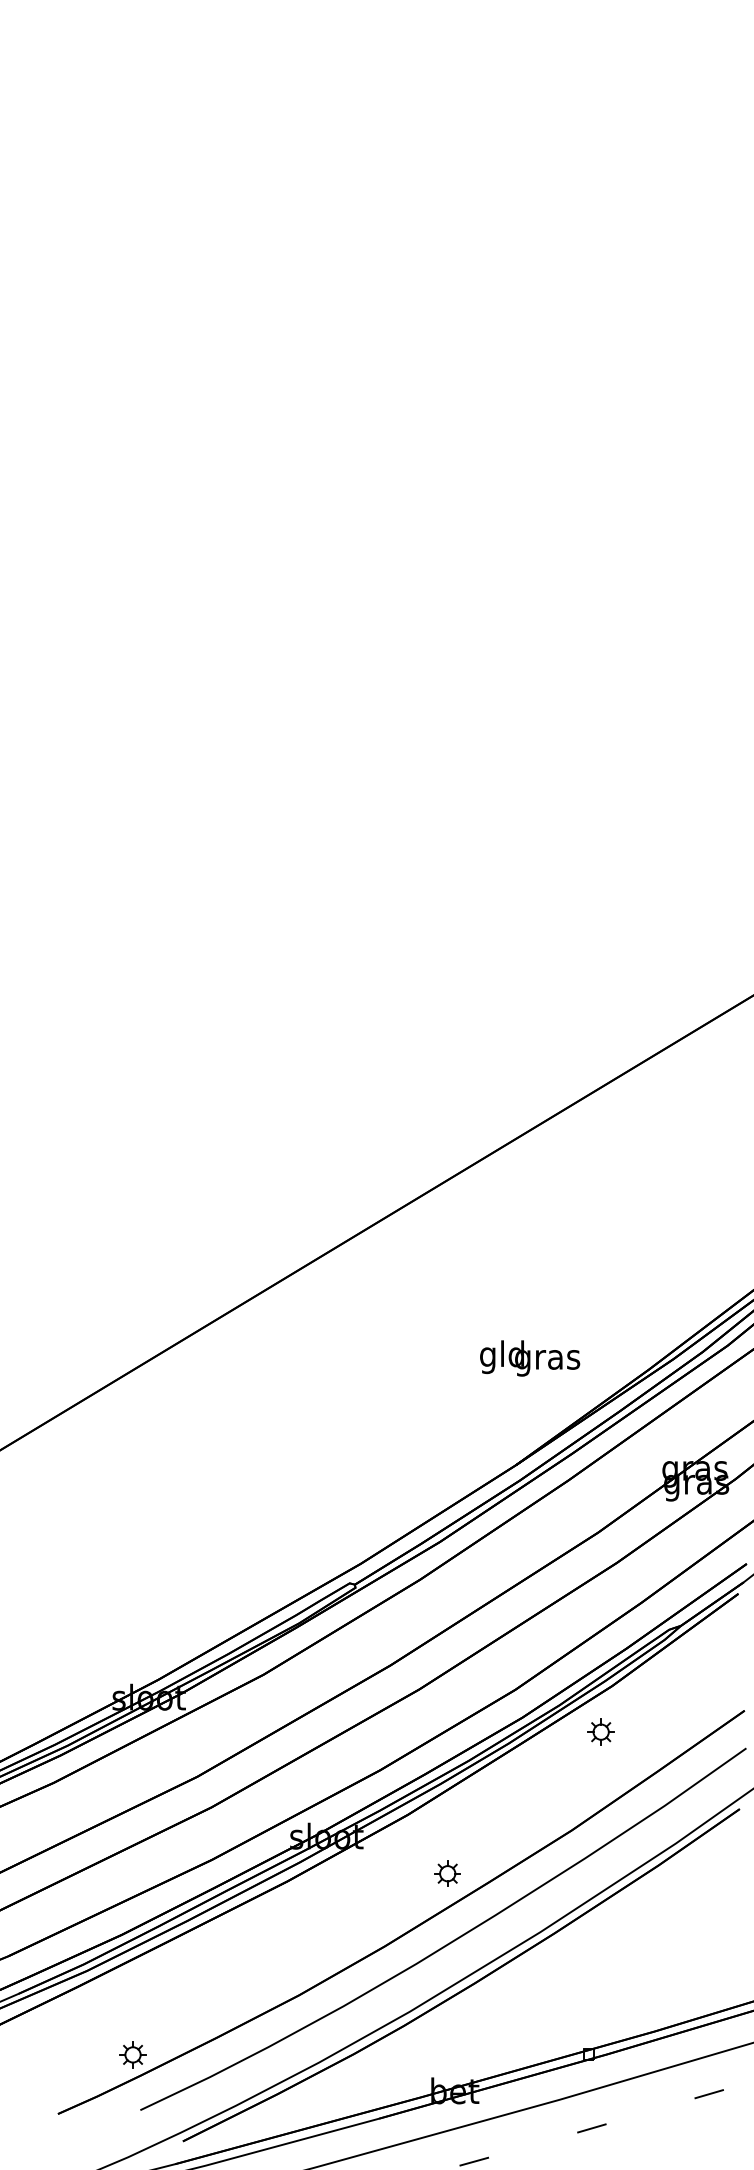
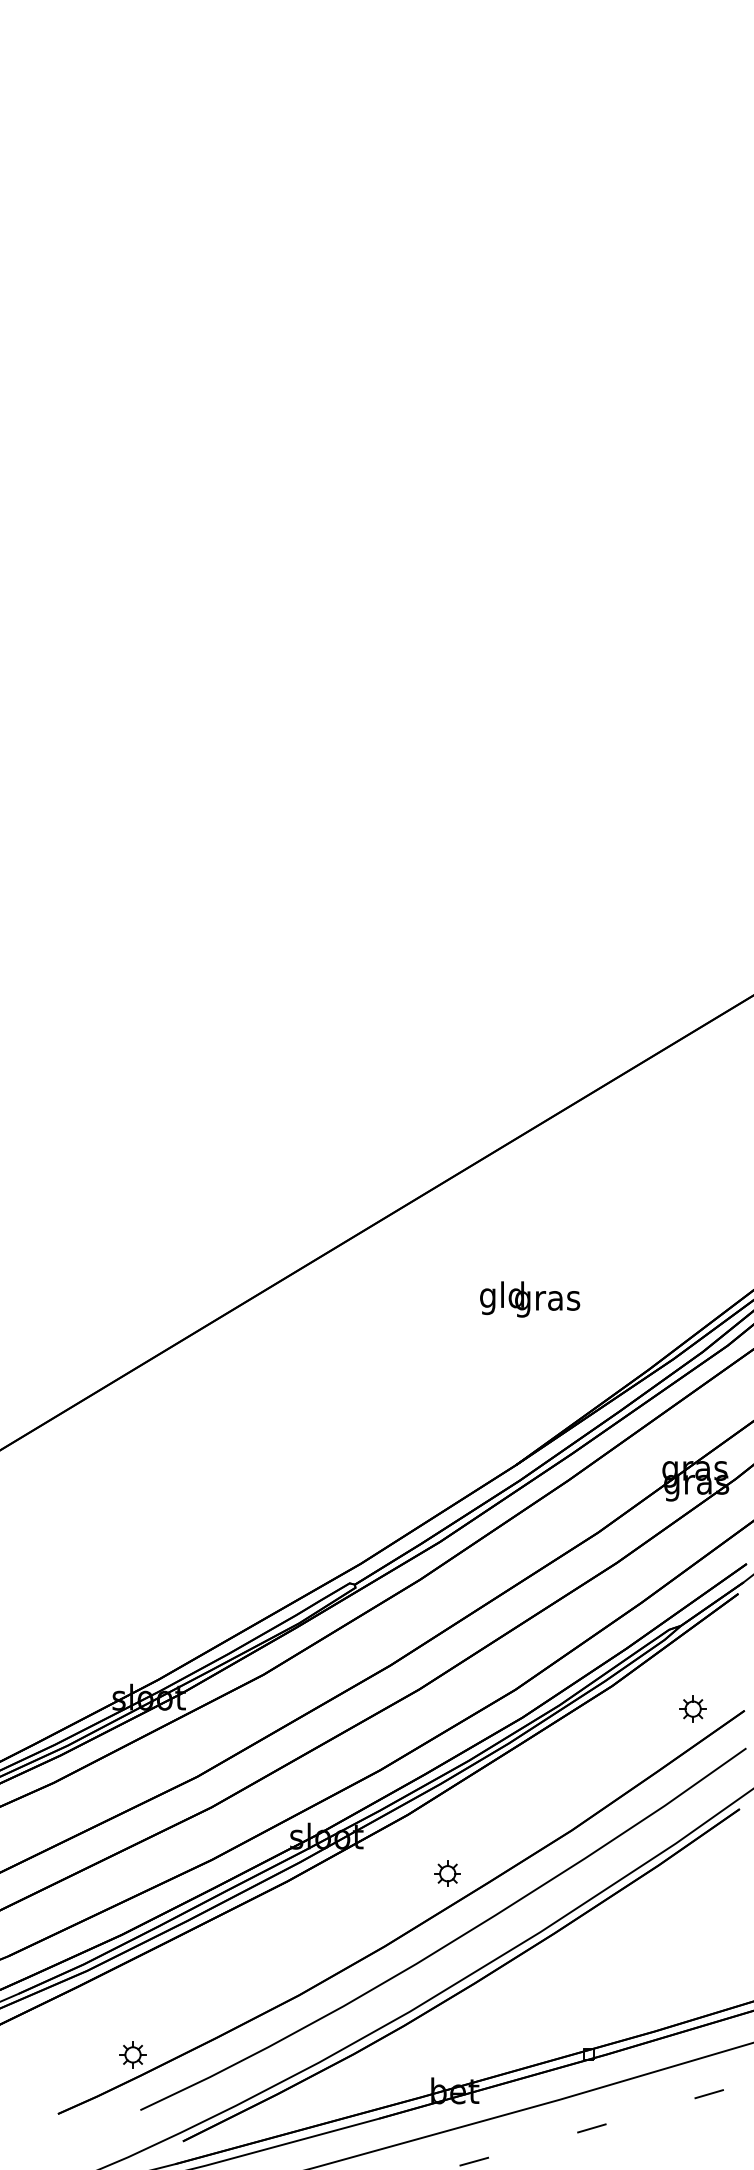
text at (530, 1358) position: (530, 1358) -> (530, 1299)
part at (600, 1731) position: (600, 1731) -> (692, 1708)
